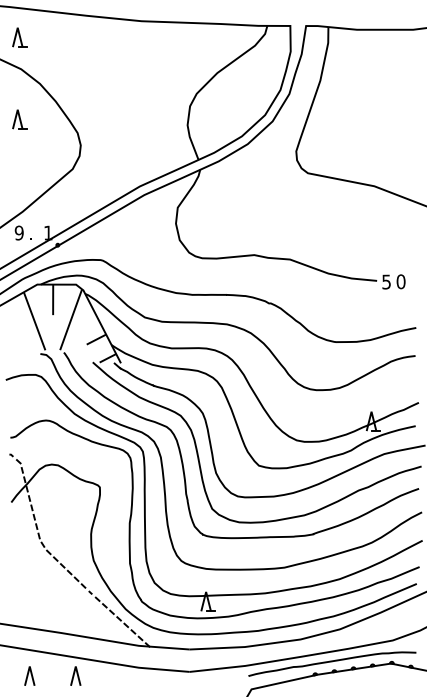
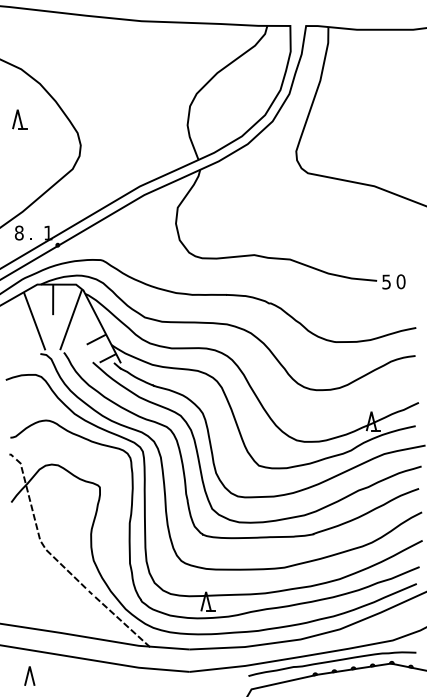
part at (19, 37): present -> none
text at (18, 232): 9 -> 8
line at (74, 675): present -> none
